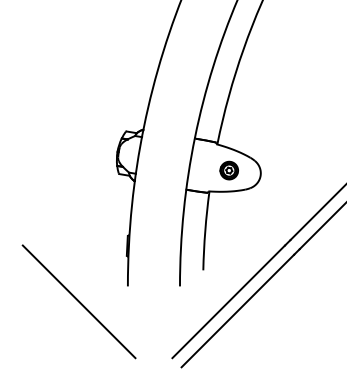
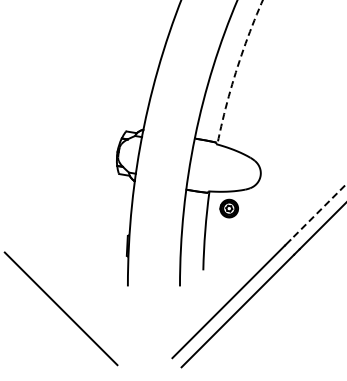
arc at (236, 71): solid -> dashed
part at (228, 170) position: (228, 170) -> (228, 208)
line at (318, 211): solid -> dashed
line at (78, 301) position: (78, 301) -> (60, 308)
